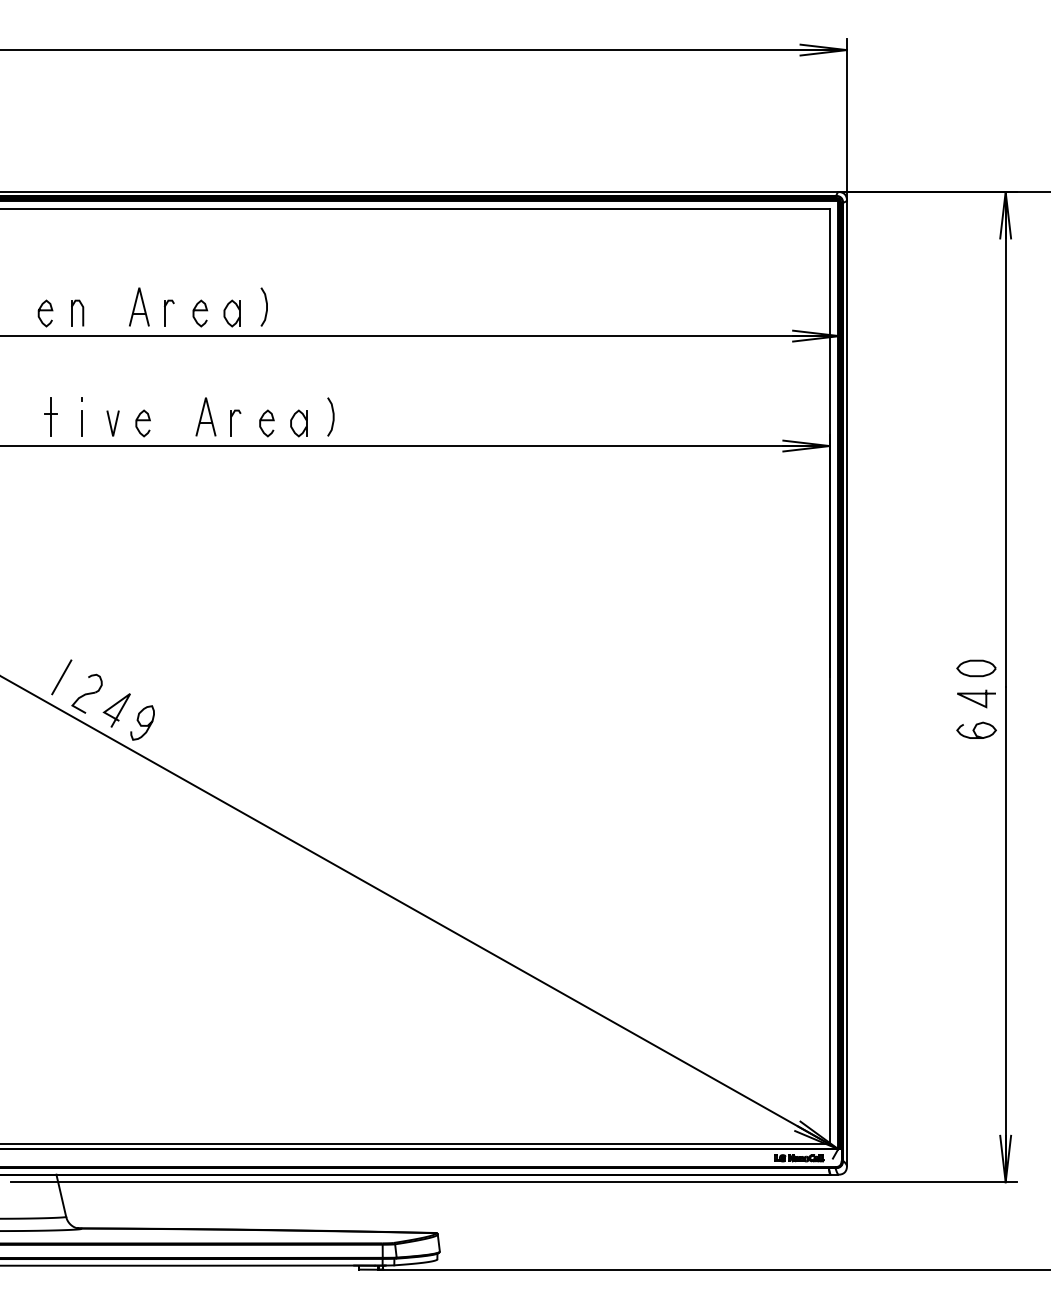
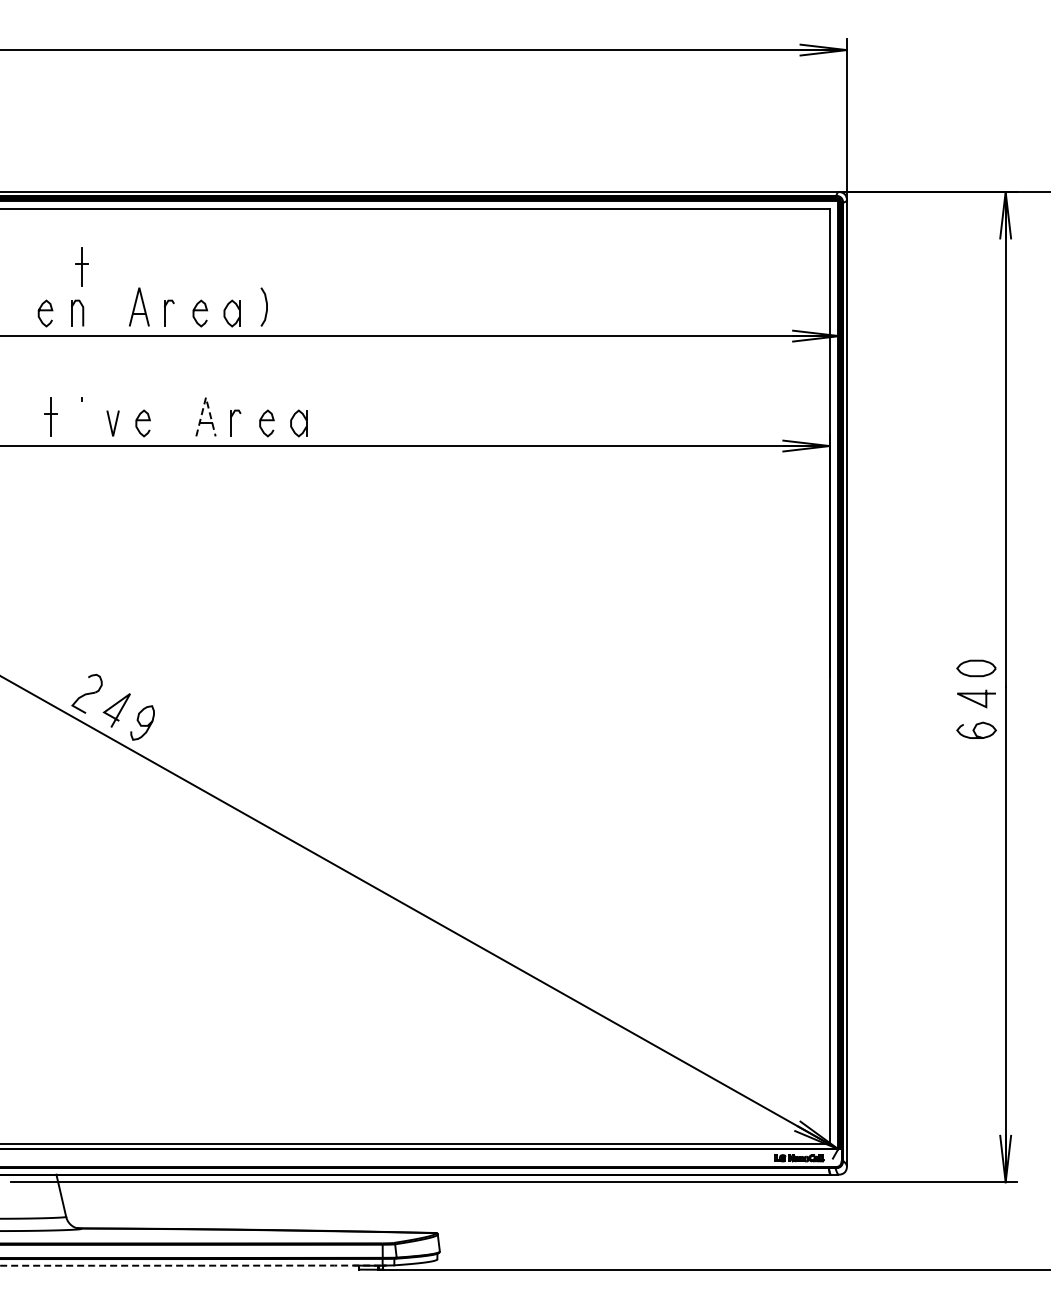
part at (81, 266): none -> present
line at (205, 397): solid -> dashed
curve at (332, 416): present -> none
line at (82, 423): present -> none
line at (61, 677): present -> none
arc at (191, 1265): solid -> dashed
